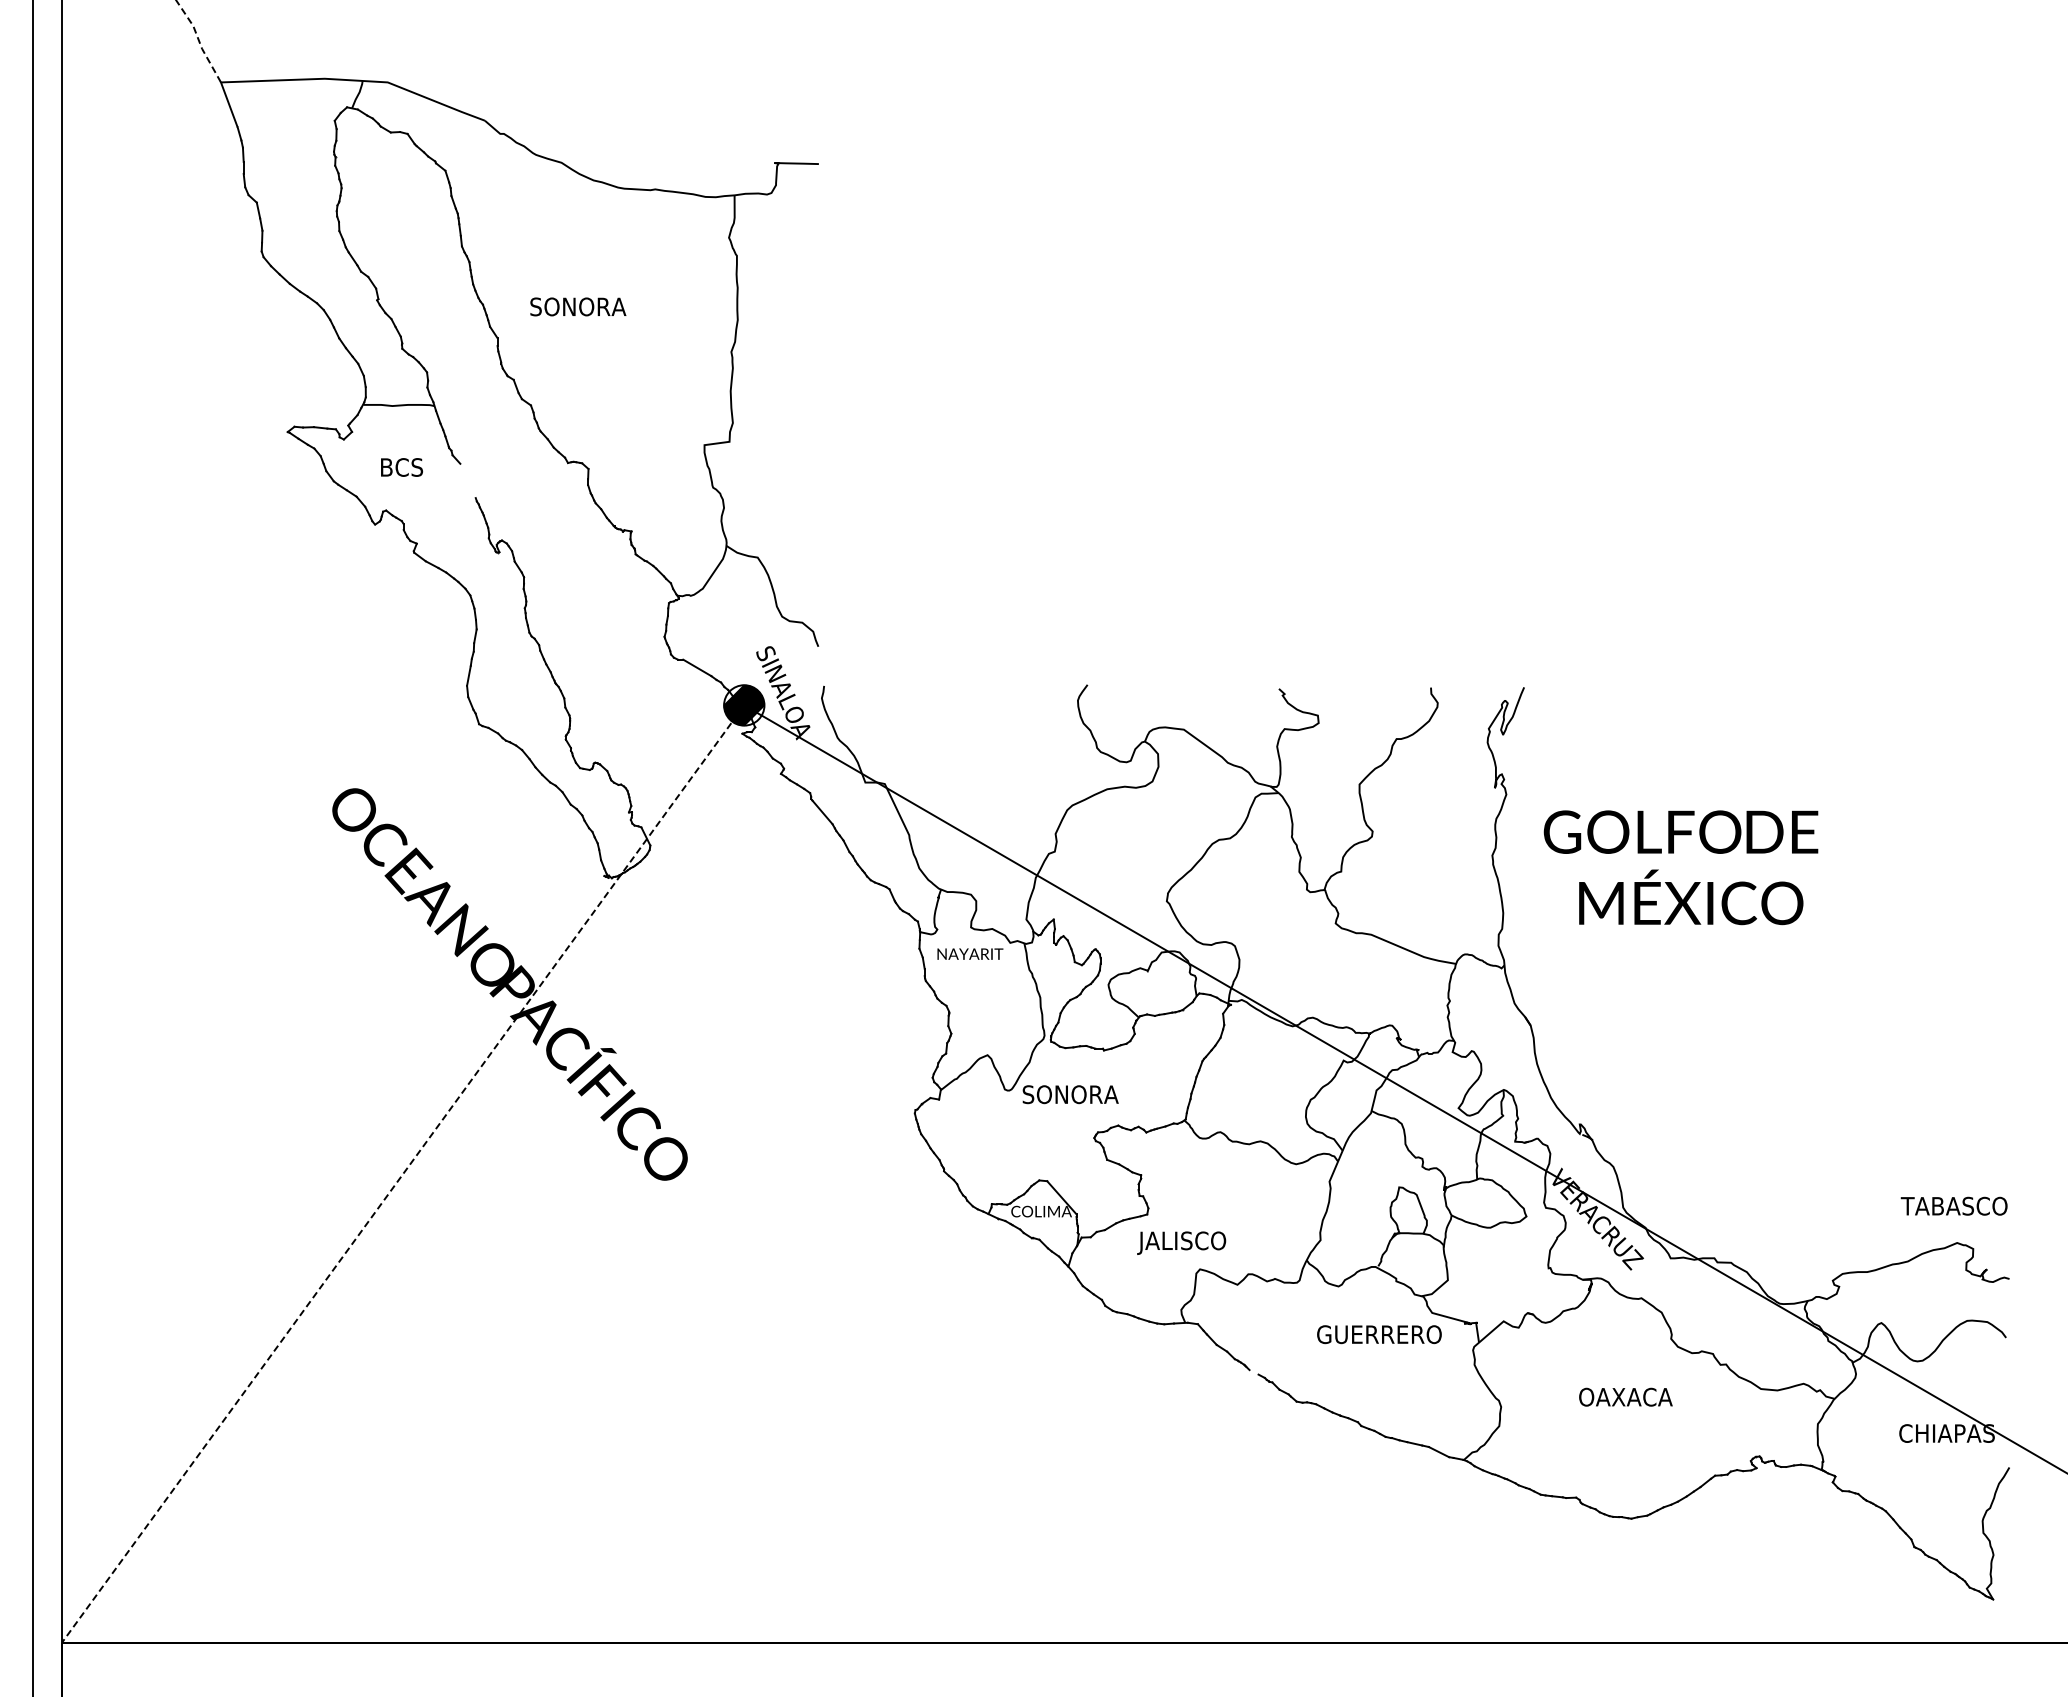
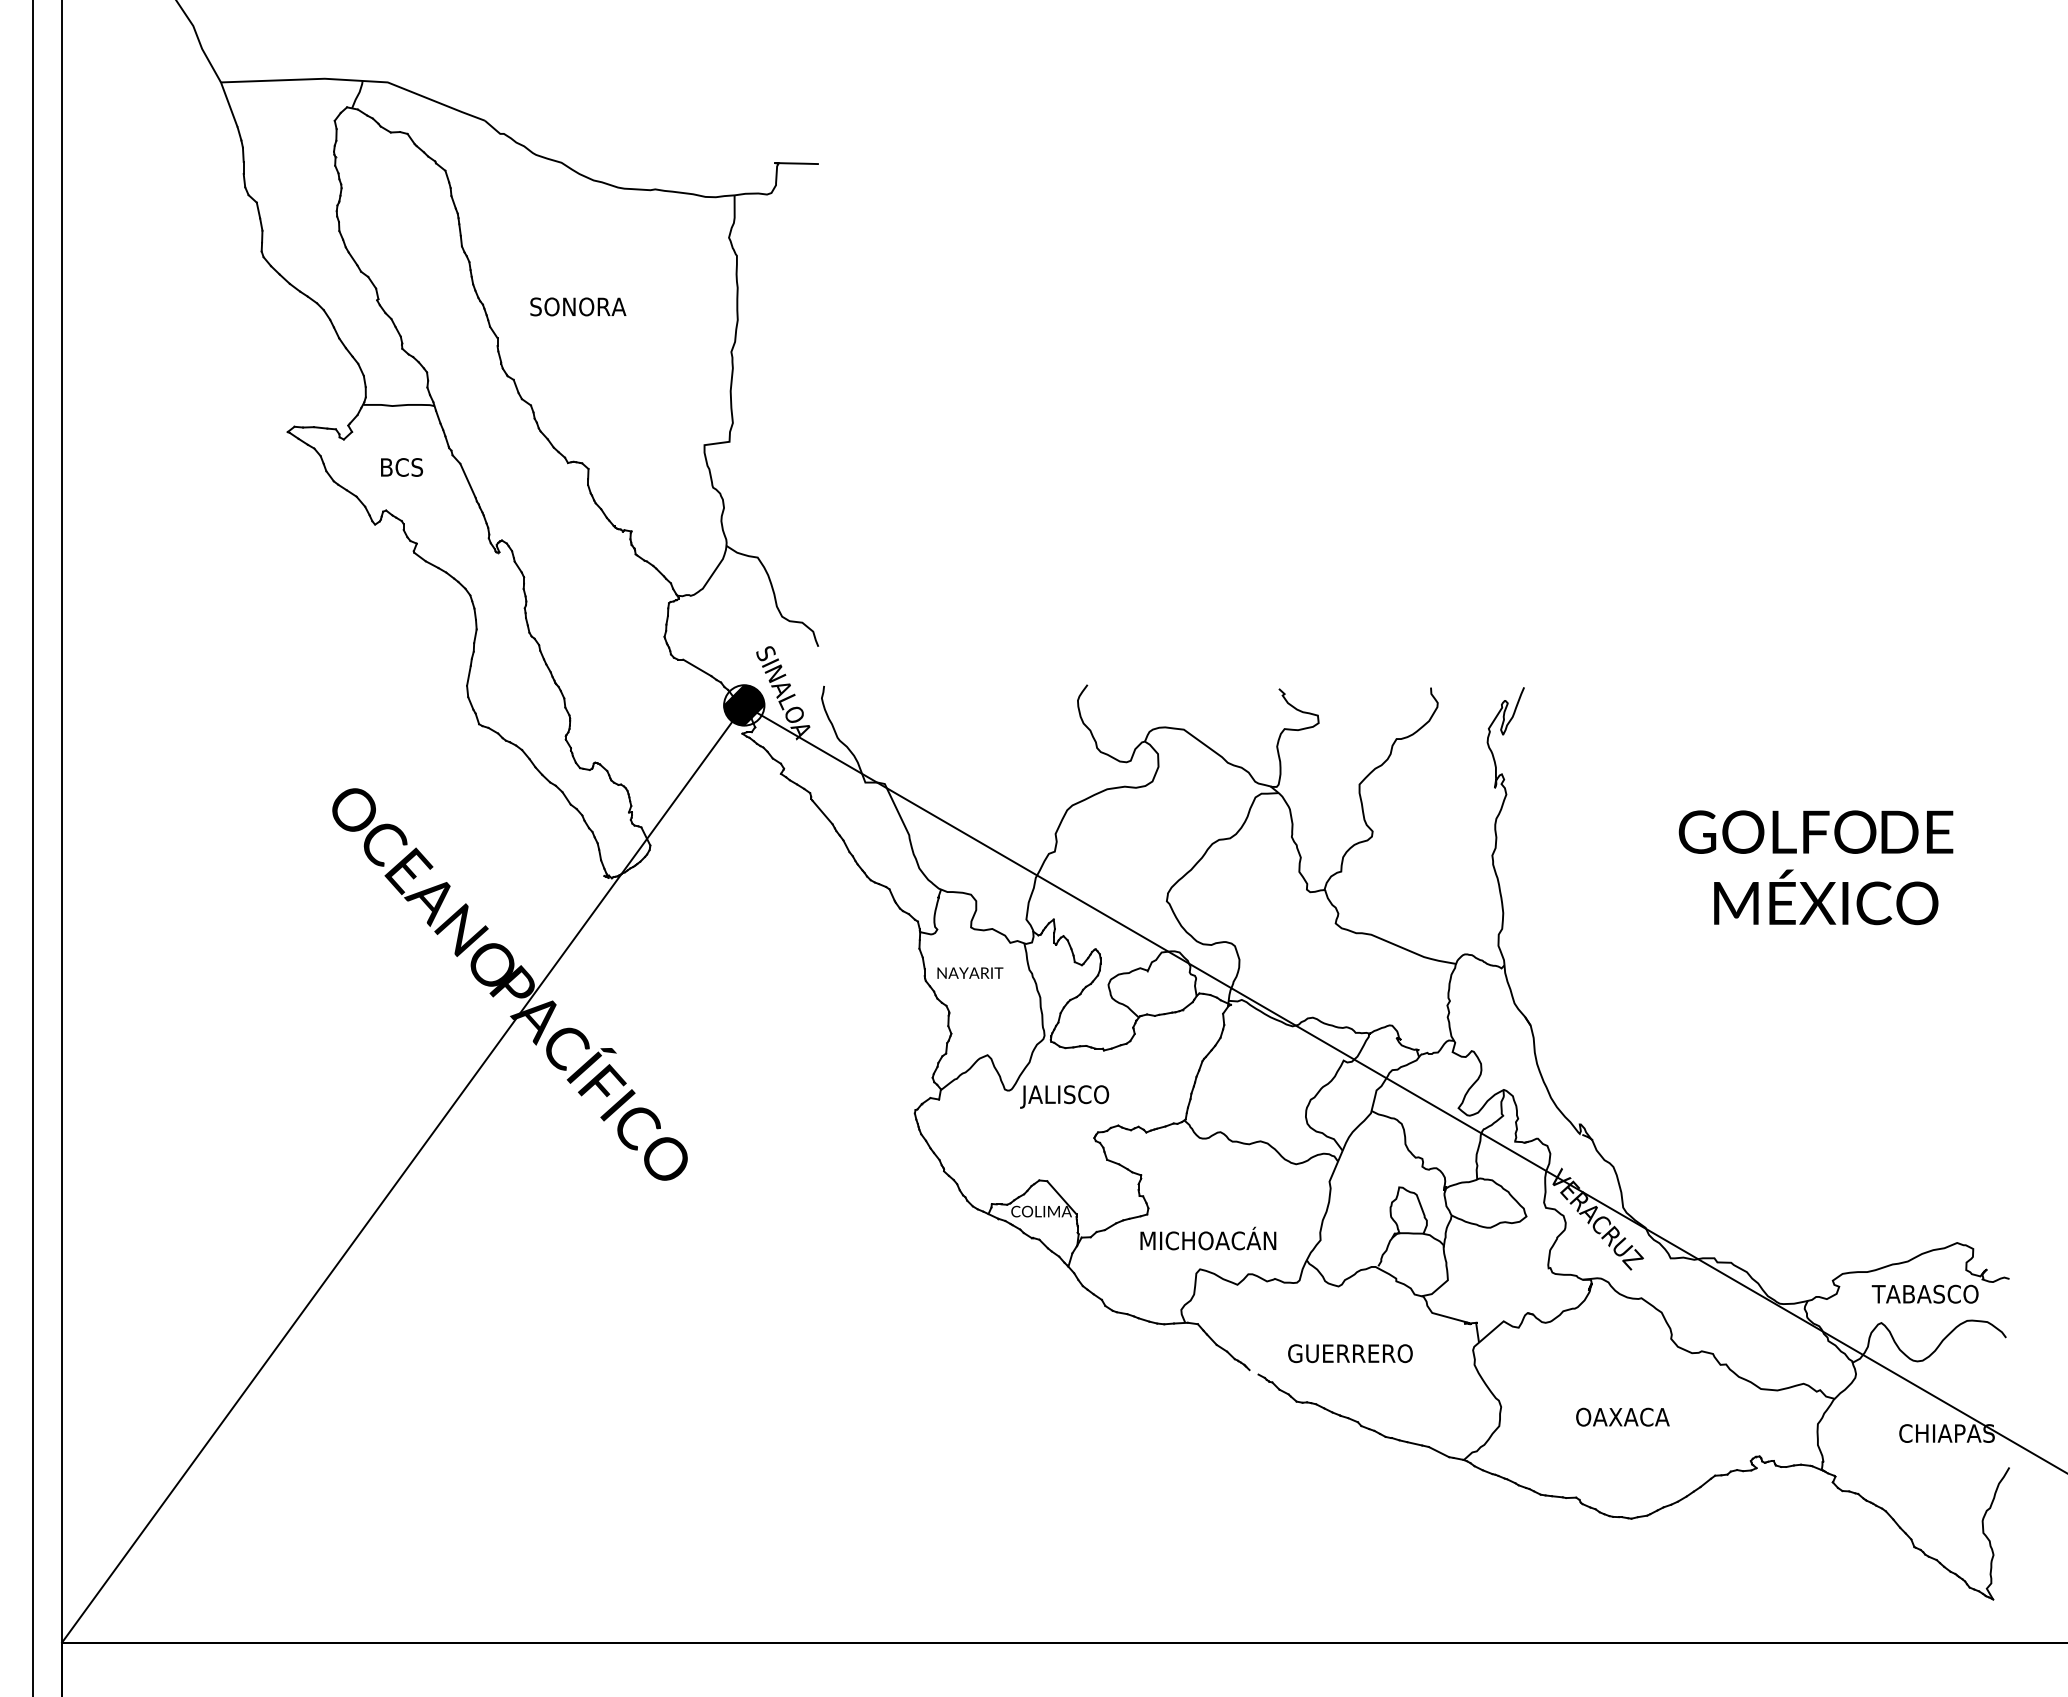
line at (198, 40): dashed -> solid
line at (467, 480): none -> present
text at (1680, 867) position: (1680, 867) -> (1815, 867)
text at (970, 953) position: (970, 953) -> (970, 972)
text at (1069, 1096): SONORA -> JALISCO
line at (403, 1174): dashed -> solid
text at (1953, 1205) position: (1953, 1205) -> (1924, 1293)
text at (1206, 1240): JALISCO -> MICHOACÁN
text at (1379, 1334) position: (1379, 1334) -> (1350, 1353)
text at (1625, 1396) position: (1625, 1396) -> (1622, 1416)
